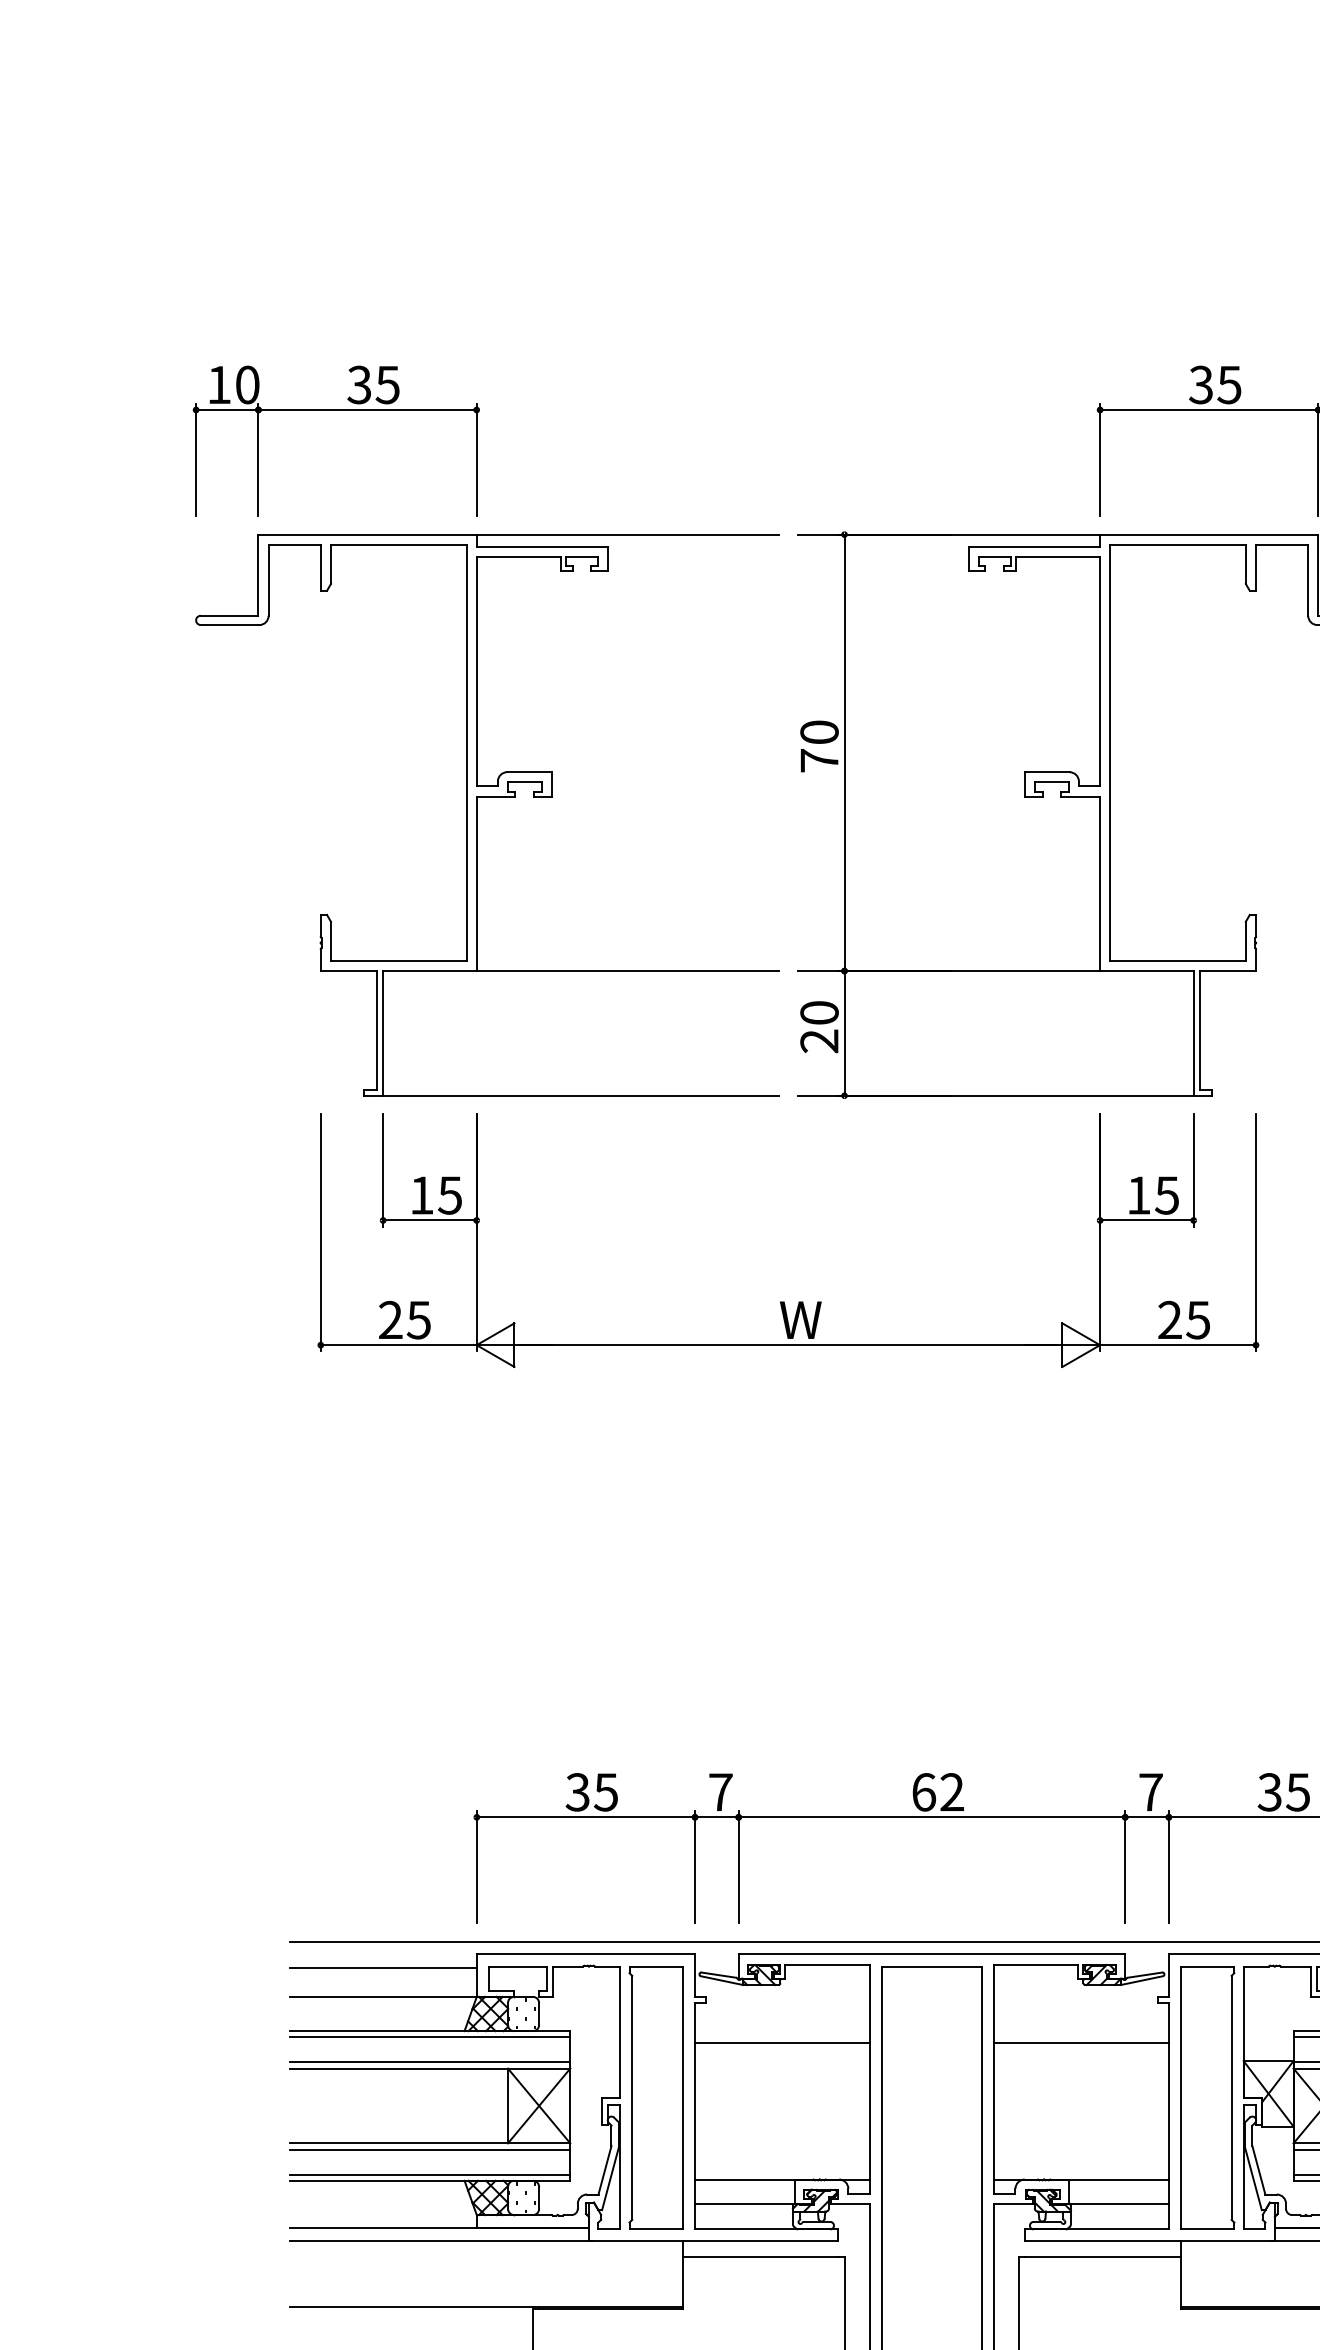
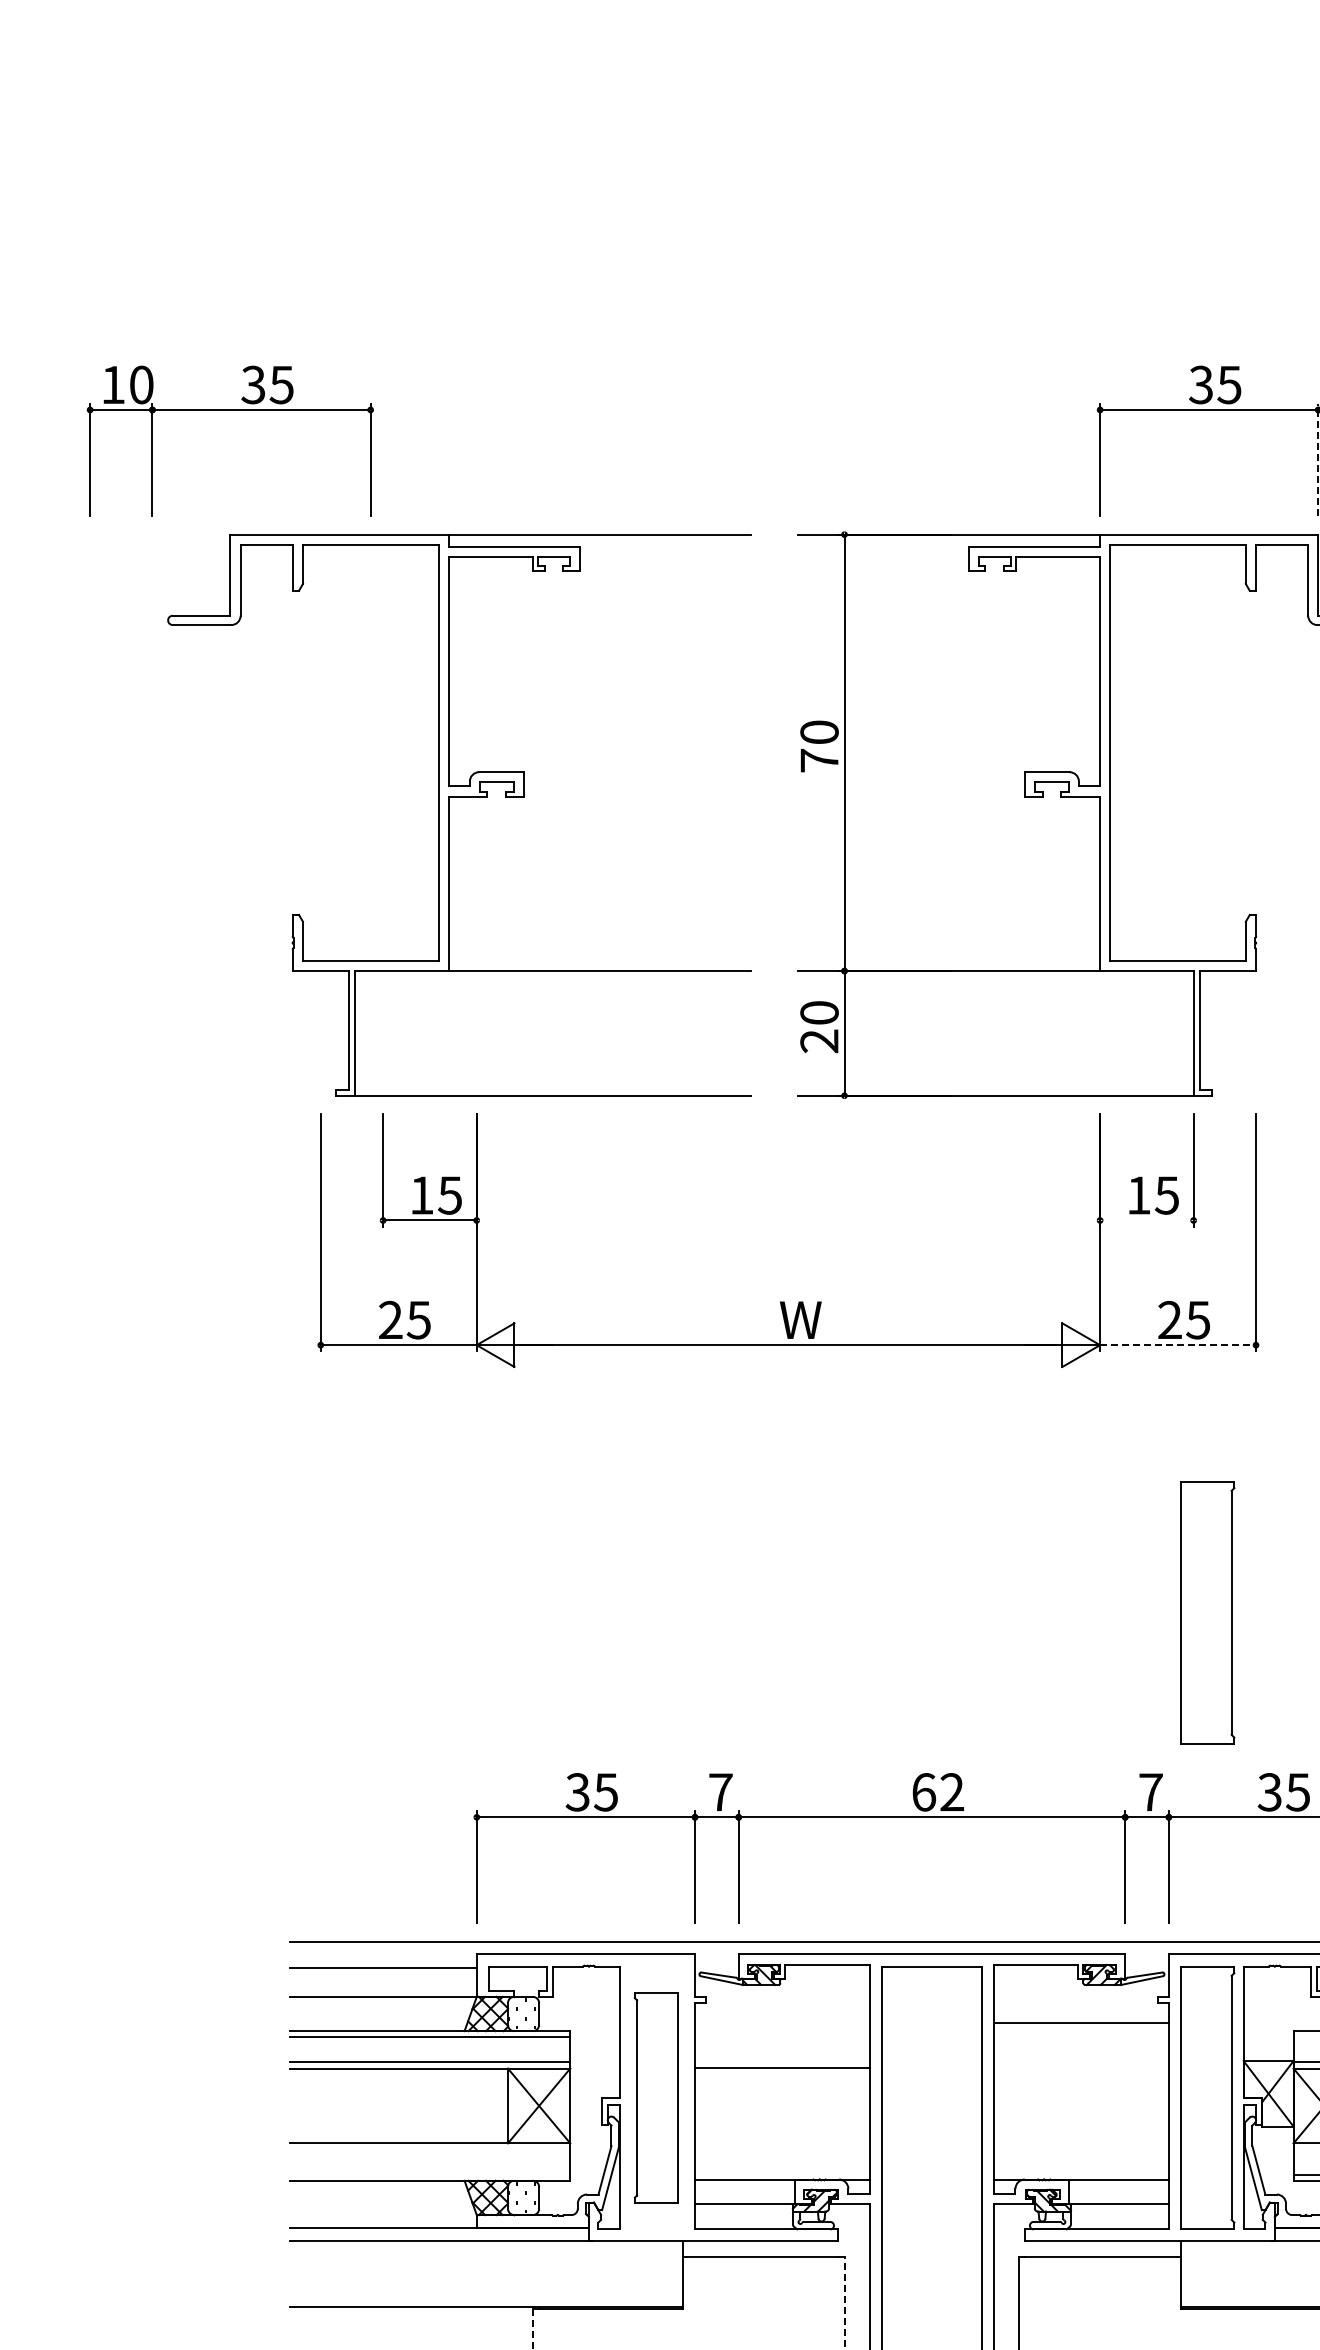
part at (335, 410) position: (335, 410) -> (229, 410)
line at (1318, 459): solid -> dashed
part at (477, 815) position: (477, 815) -> (449, 815)
line at (1146, 1220): present -> none
line at (1178, 1345): solid -> dashed
part at (1207, 1612): none -> present
line at (1304, 2037): present -> none
line at (782, 2043) position: (782, 2043) -> (782, 2068)
line at (1081, 2043) position: (1081, 2043) -> (1081, 2023)
part at (655, 2097) size: 56x264 px -> 46x212 px
line at (429, 2149): present -> none
line at (1304, 2149): present -> none
line at (429, 2174): present -> none
line at (844, 2303): solid -> dashed
line at (532, 2329): solid -> dashed
